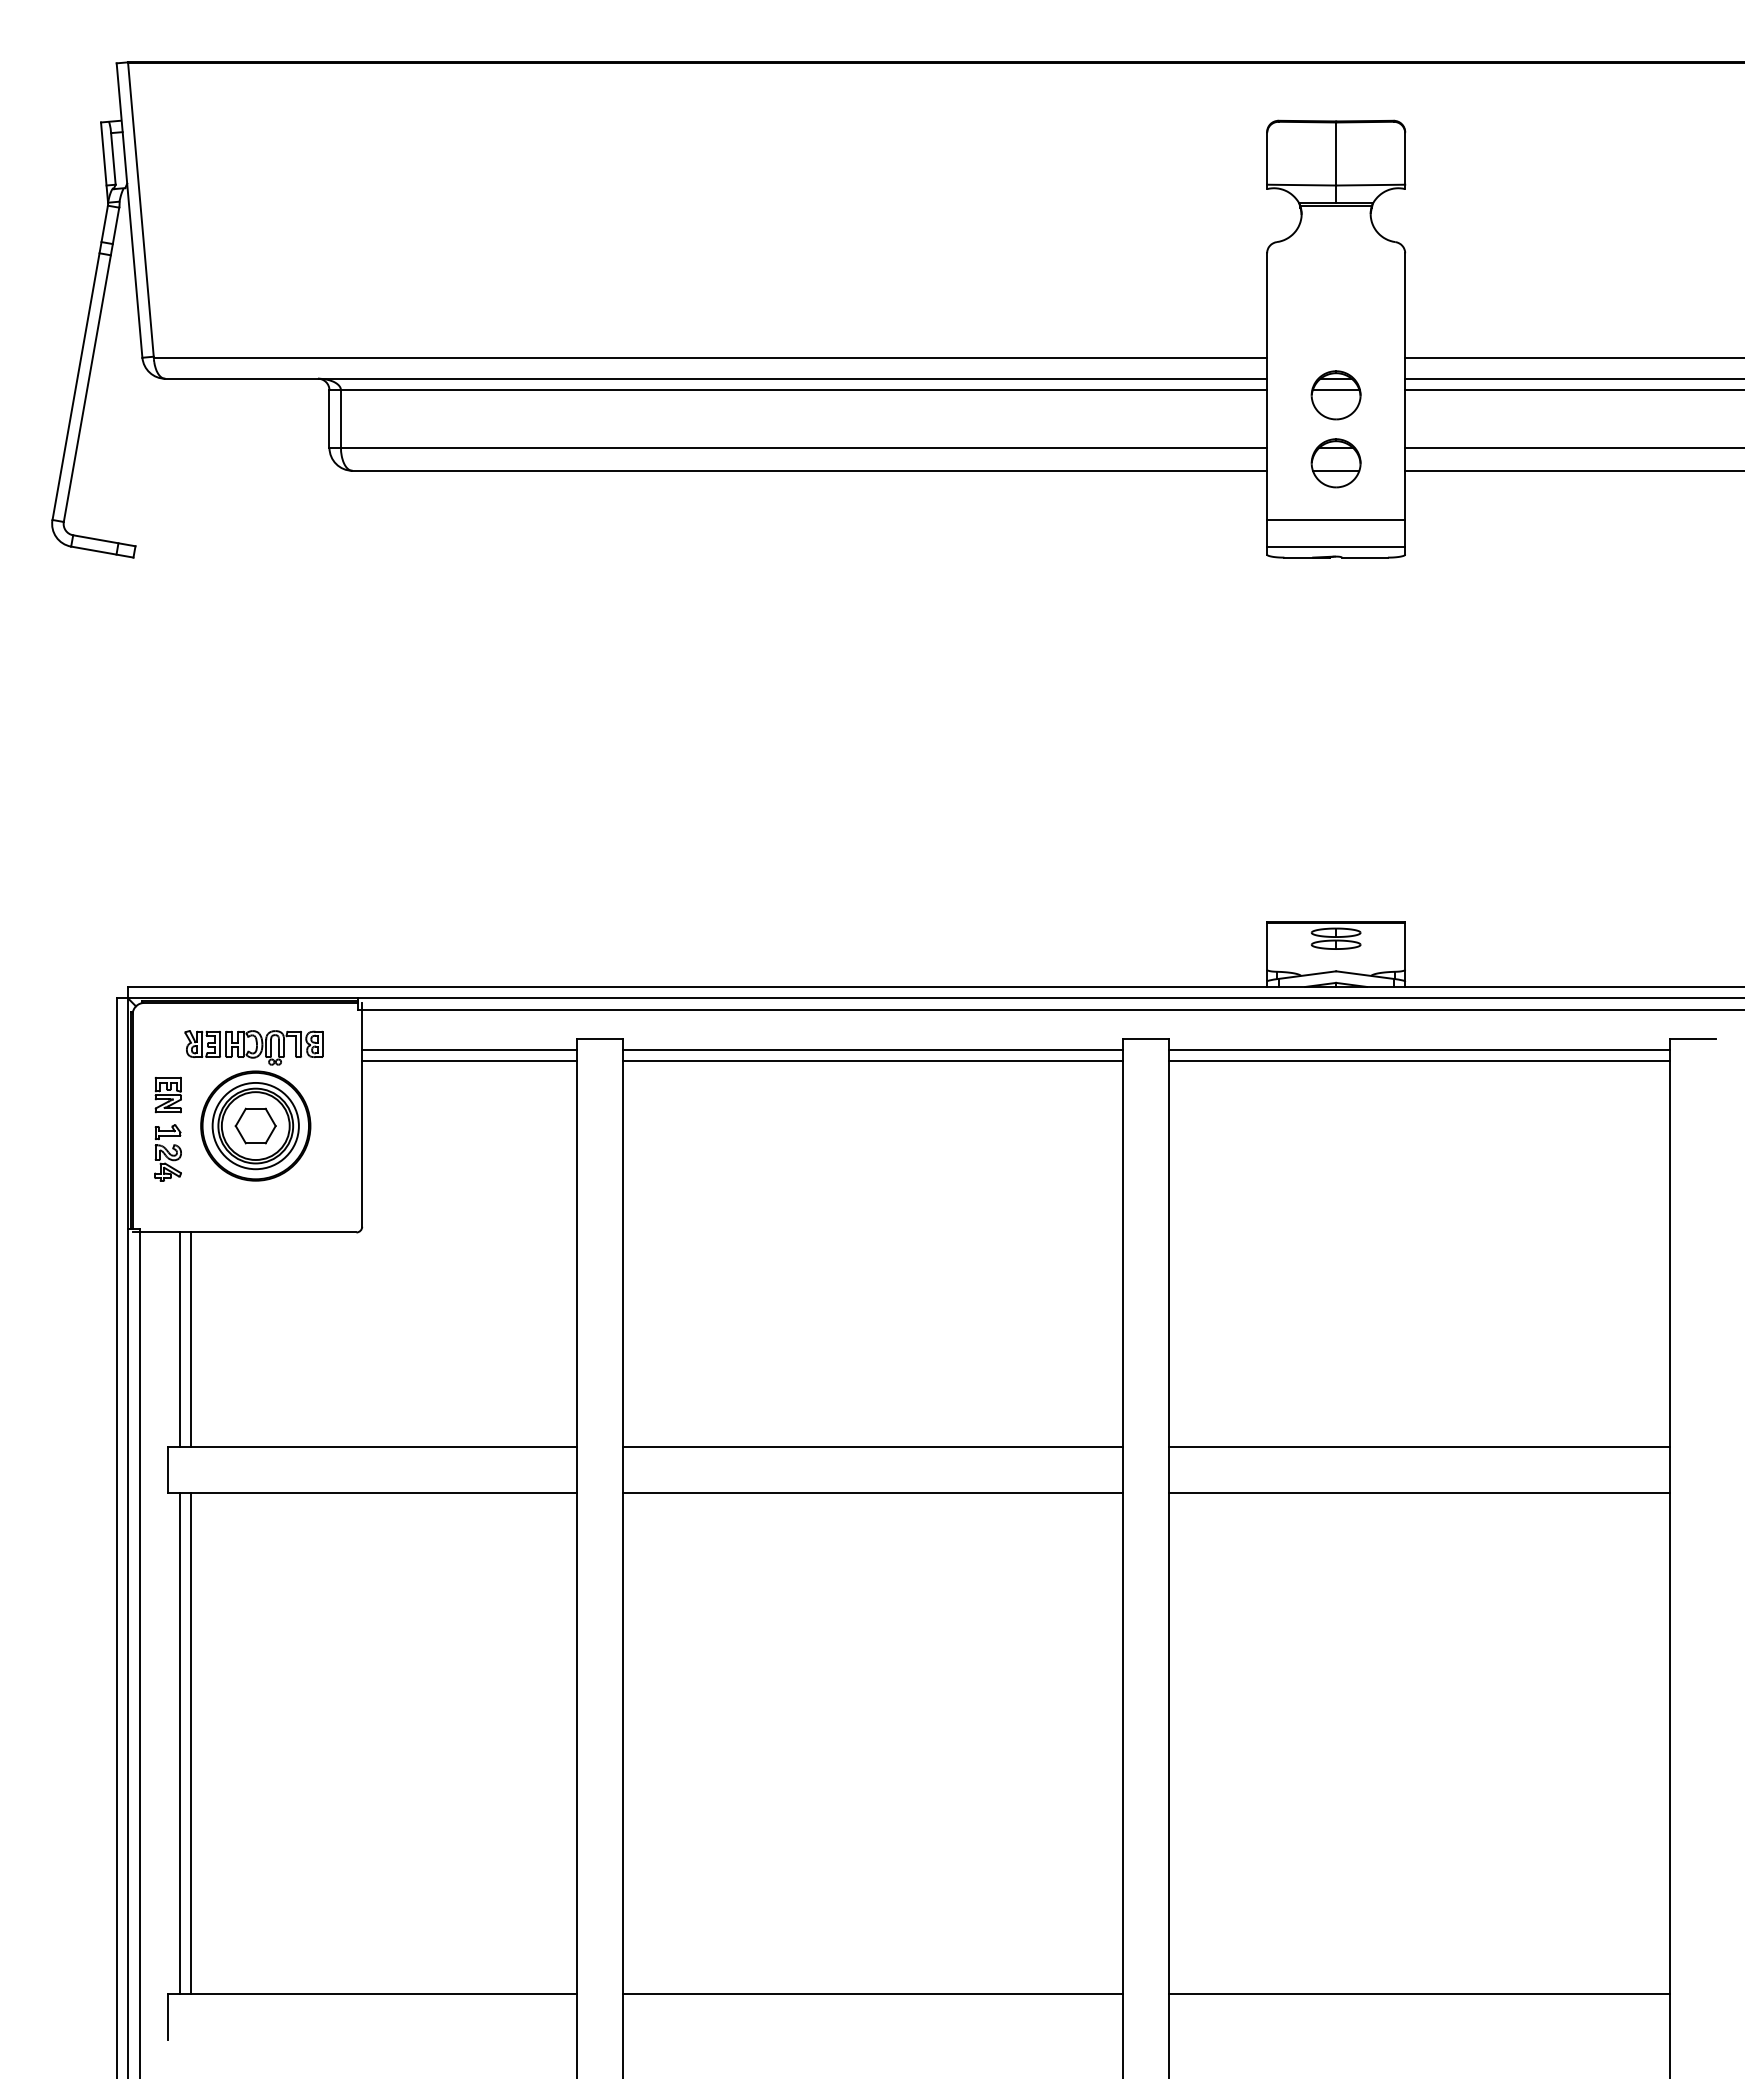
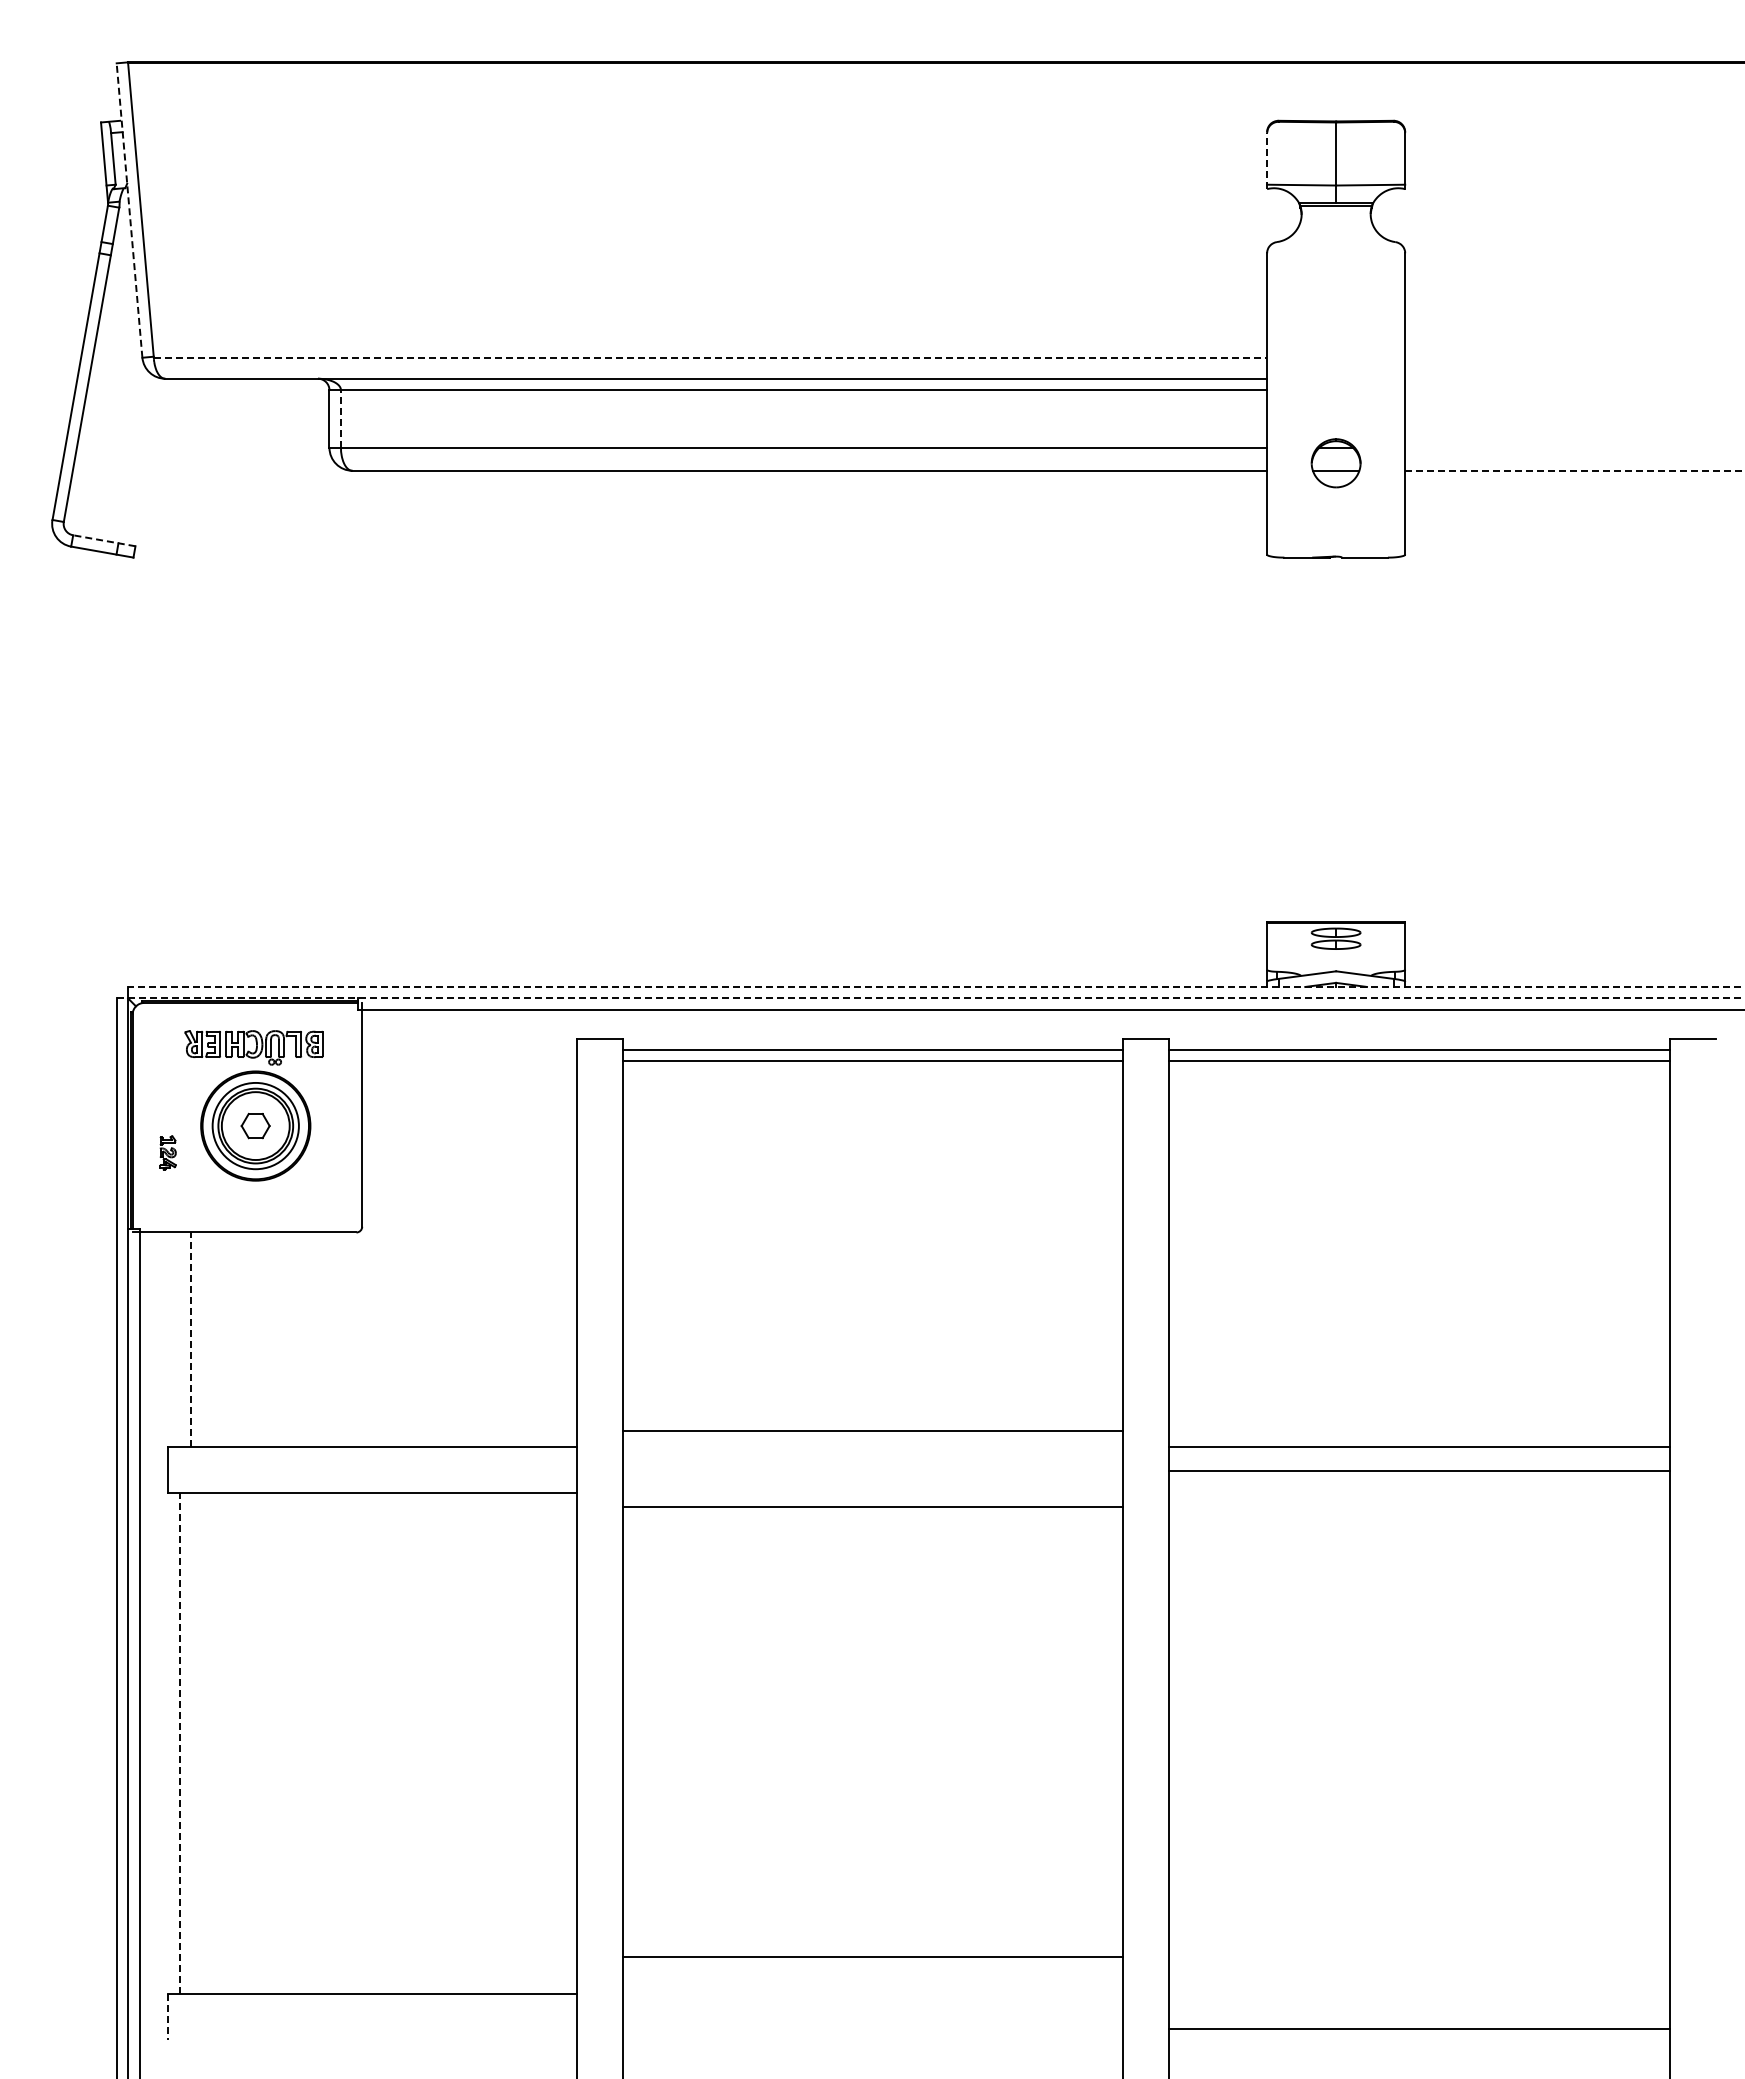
line at (1267, 160): solid -> dashed
line at (129, 210): solid -> dashed
line at (710, 357): solid -> dashed
line at (1573, 357): present -> none
line at (1573, 378): present -> none
line at (1573, 390): present -> none
part at (1335, 395): present -> none
line at (340, 419): solid -> dashed
line at (1573, 447): present -> none
line at (1575, 470): solid -> dashed
line at (1336, 519): present -> none
line at (104, 540): solid -> dashed
line at (1336, 546): present -> none
line at (935, 986): solid -> dashed
line at (930, 998): solid -> dashed
line at (469, 1050): present -> none
line at (469, 1061): present -> none
part at (167, 1094): present -> none
part at (255, 1125) size: 43x38 px -> 31x28 px
part at (167, 1152) size: 28x58 px -> 18x36 px
line at (179, 1339): present -> none
line at (191, 1339): solid -> dashed
line at (872, 1447) position: (872, 1447) -> (872, 1431)
line at (872, 1493) position: (872, 1493) -> (872, 1507)
line at (1419, 1493) position: (1419, 1493) -> (1419, 1471)
line at (179, 1742): solid -> dashed
line at (191, 1743): present -> none
line at (872, 1993) position: (872, 1993) -> (872, 1956)
line at (1419, 1993) position: (1419, 1993) -> (1419, 2028)
line at (168, 2017): solid -> dashed
